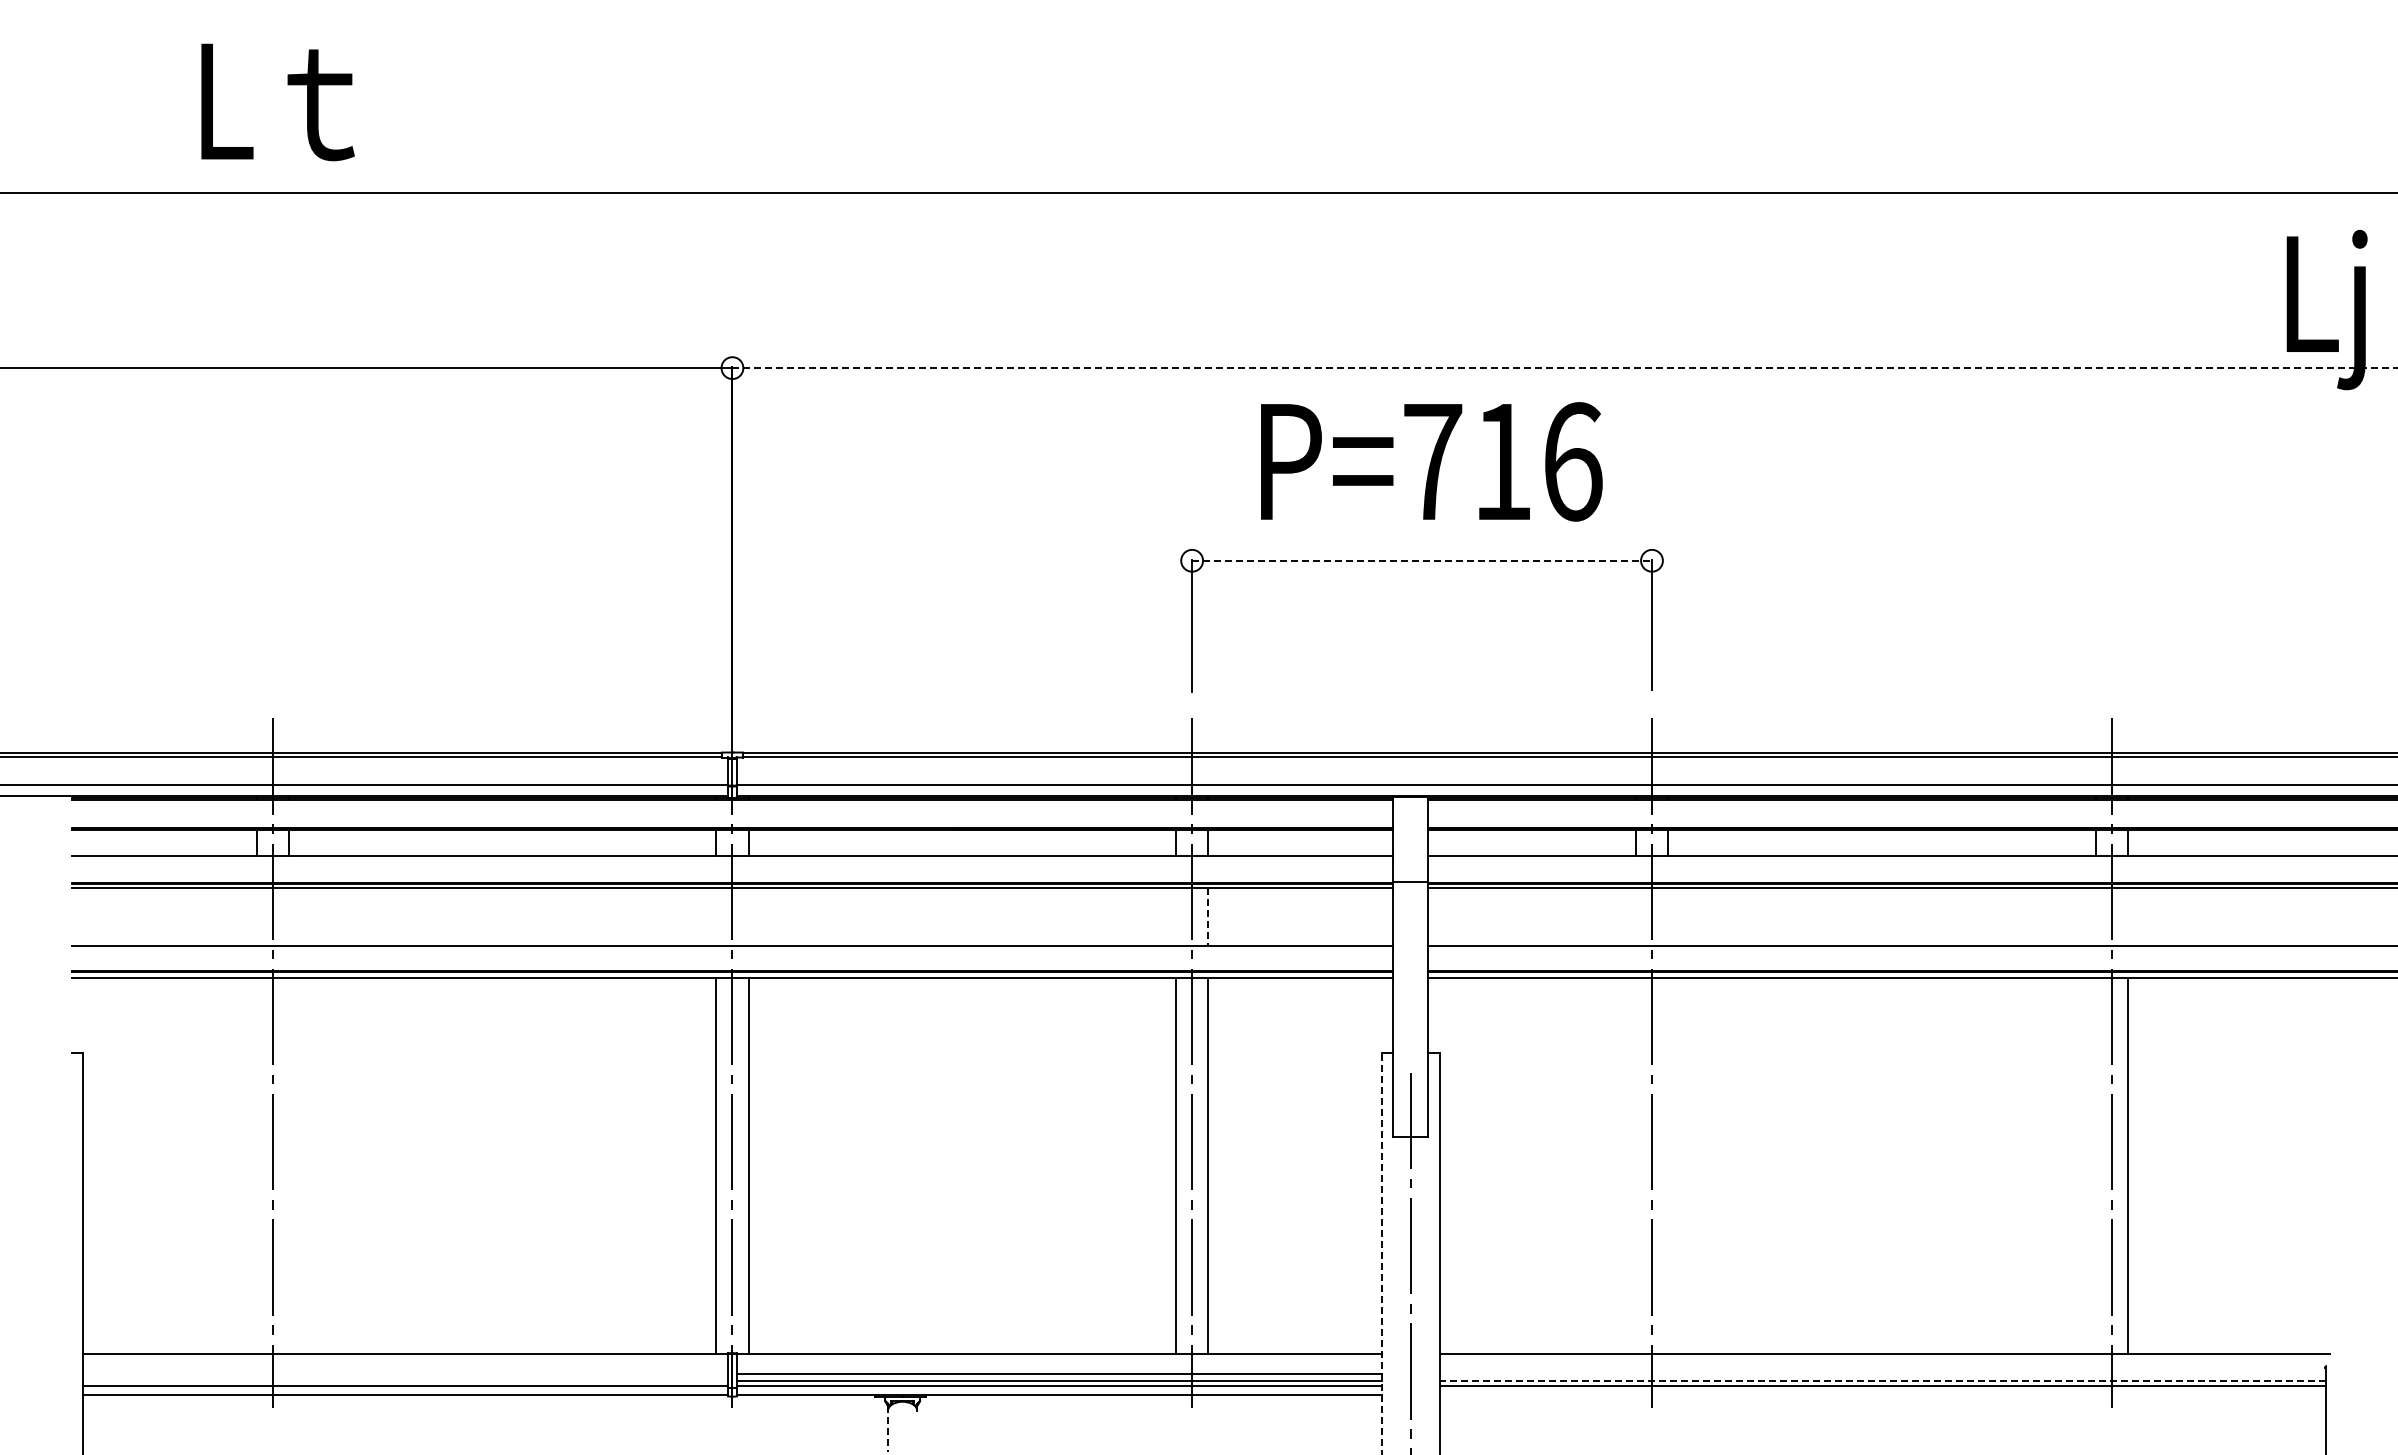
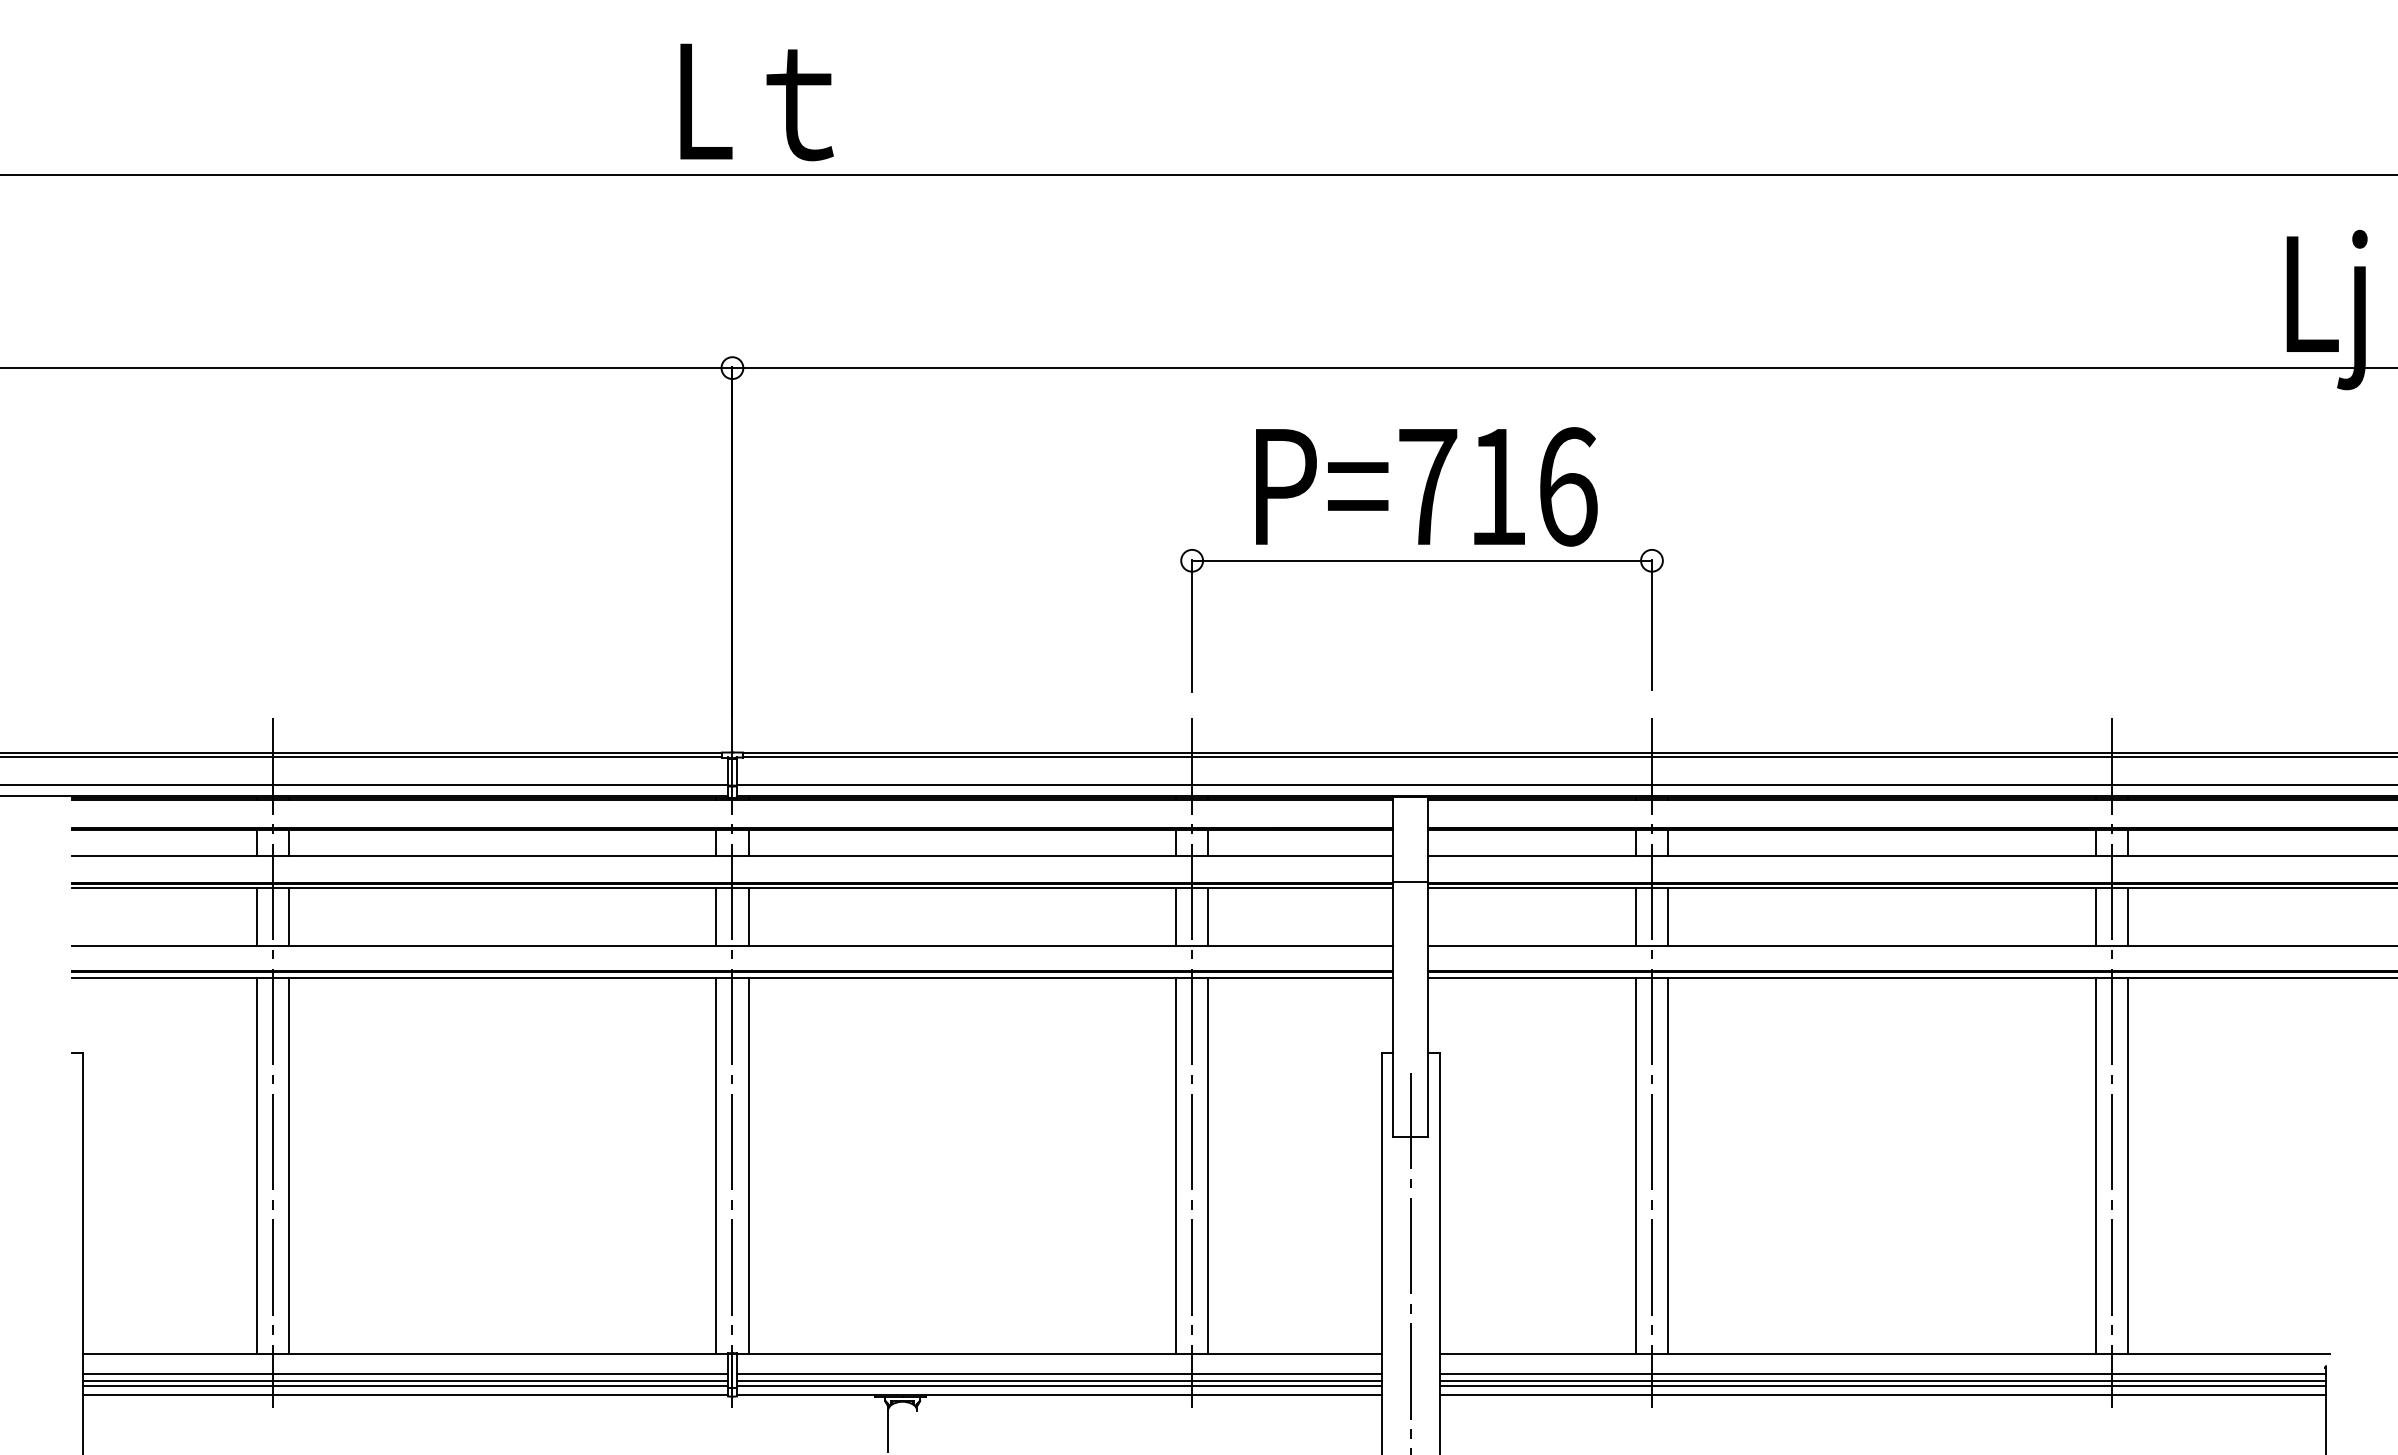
text at (277, 102) position: (277, 102) -> (756, 102)
line at (1198, 193) position: (1198, 193) -> (1198, 175)
line at (1565, 368): dashed -> solid
text at (1431, 461) position: (1431, 461) -> (1426, 486)
line at (1422, 560): dashed -> solid
line at (256, 916): none -> present
line at (288, 916): none -> present
line at (716, 916): none -> present
line at (748, 916): none -> present
line at (1176, 916): none -> present
line at (1208, 916): dashed -> solid
line at (1636, 916): none -> present
line at (1668, 916): none -> present
line at (2095, 916): none -> present
line at (2128, 916): none -> present
line at (256, 1165): none -> present
line at (288, 1165): none -> present
line at (1636, 1165): none -> present
line at (1668, 1165): none -> present
line at (2095, 1165): none -> present
line at (1381, 1253): dashed -> solid
line at (405, 1374): none -> present
line at (1882, 1374): none -> present
line at (405, 1381): none -> present
line at (1882, 1381): dashed -> solid
line at (1882, 1395): none -> present
line at (887, 1429): dashed -> solid
